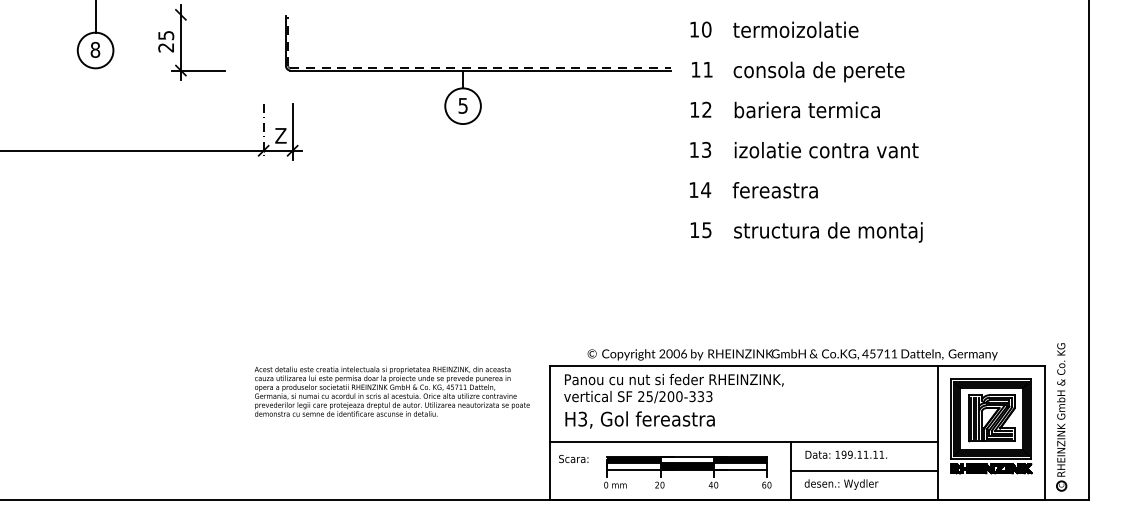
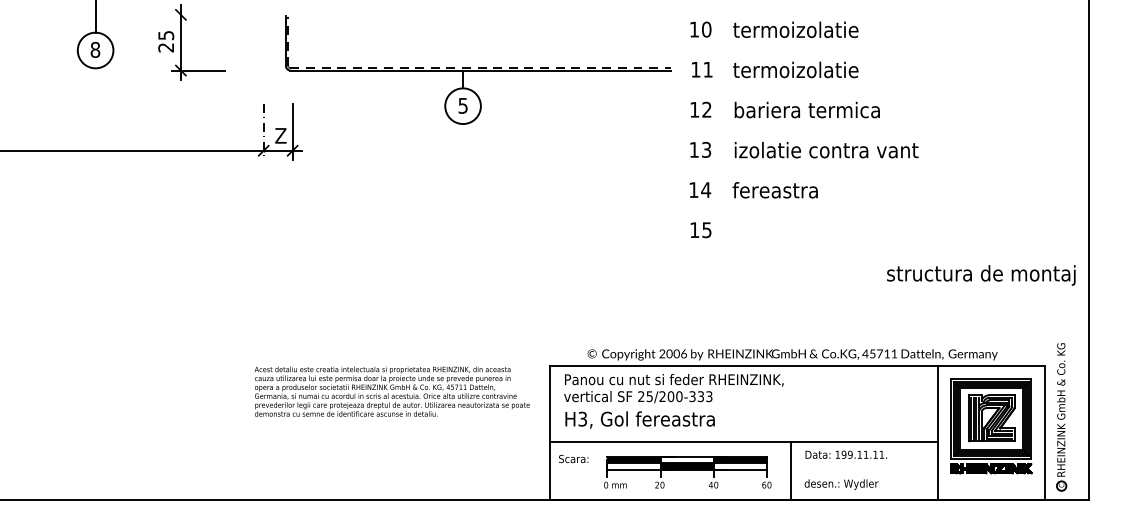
text at (818, 71): consola de perete -> termoizolatie
text at (828, 232) position: (828, 232) -> (981, 275)
line at (863, 470): present -> none
